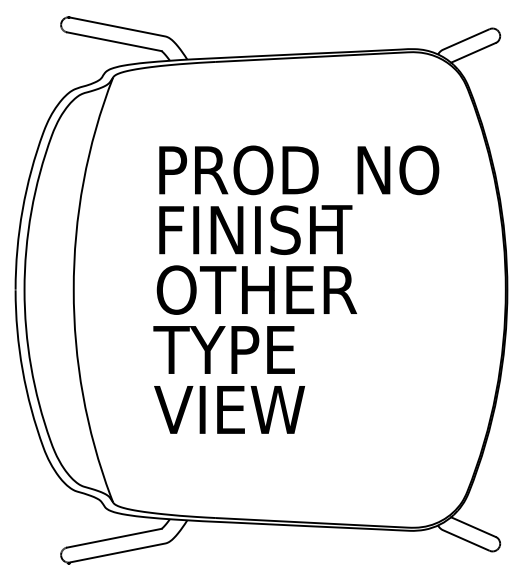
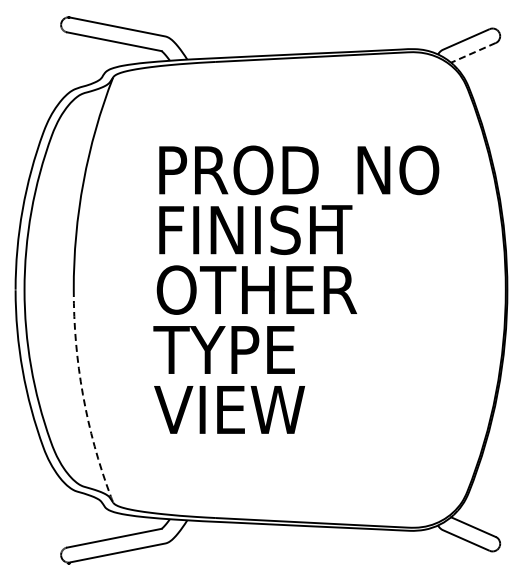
line at (472, 53): solid -> dashed
line at (84, 400): solid -> dashed
